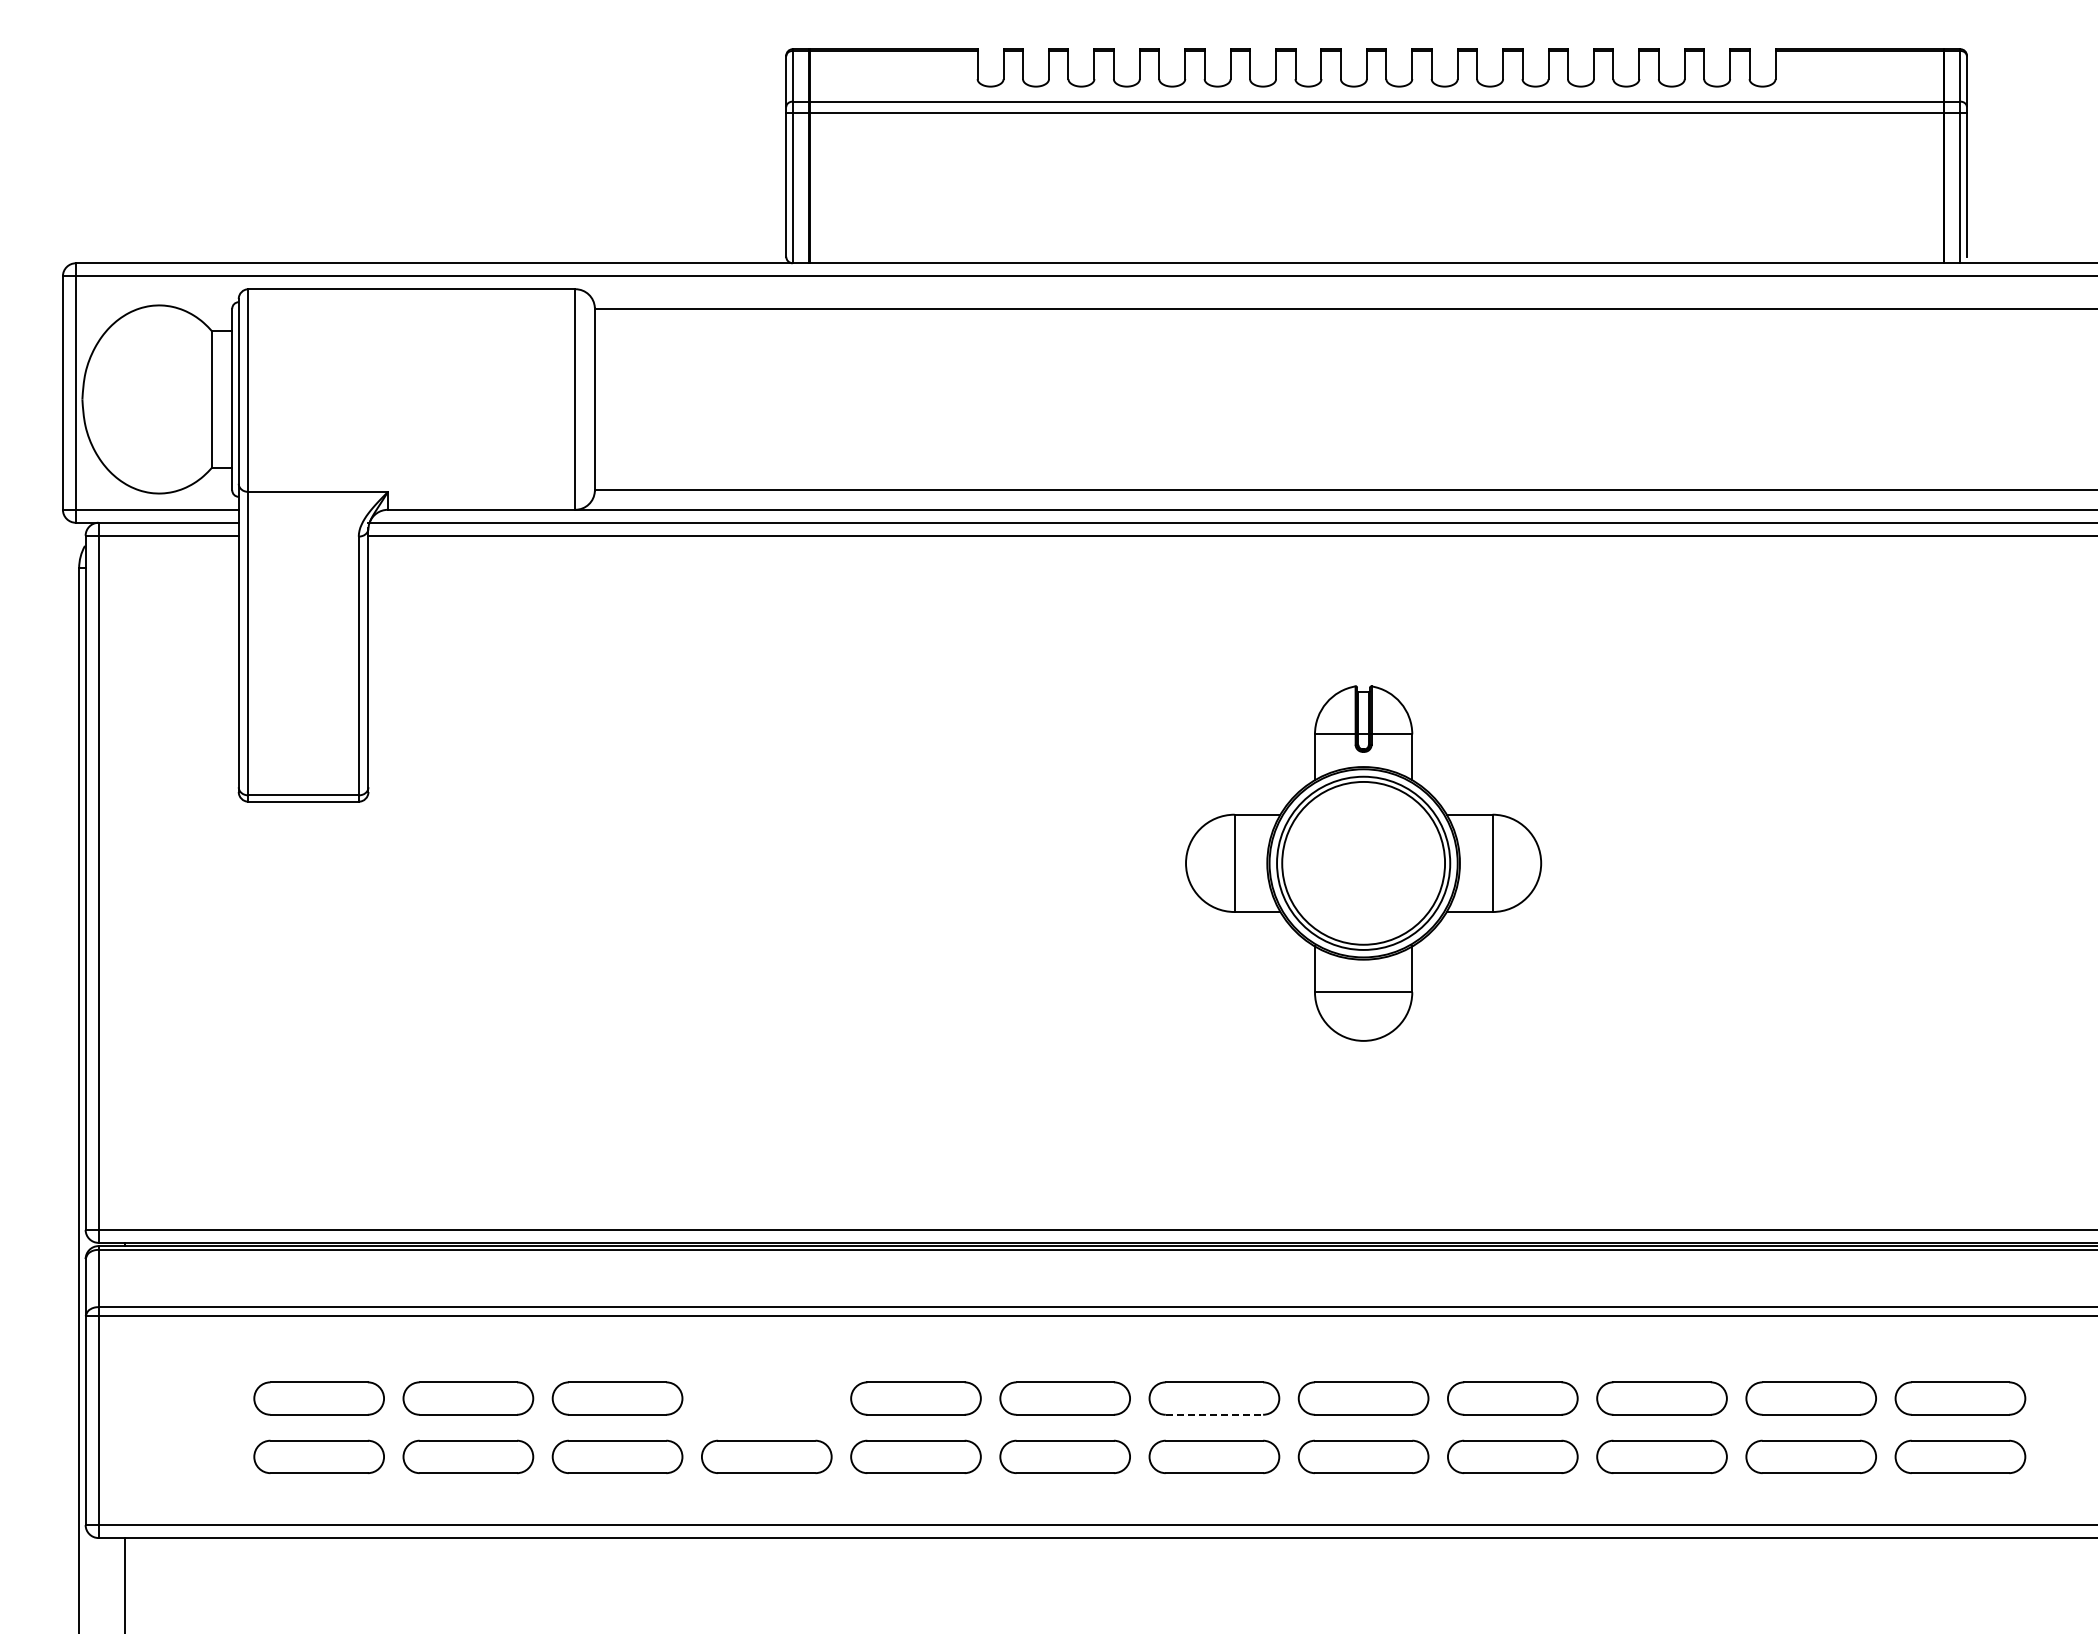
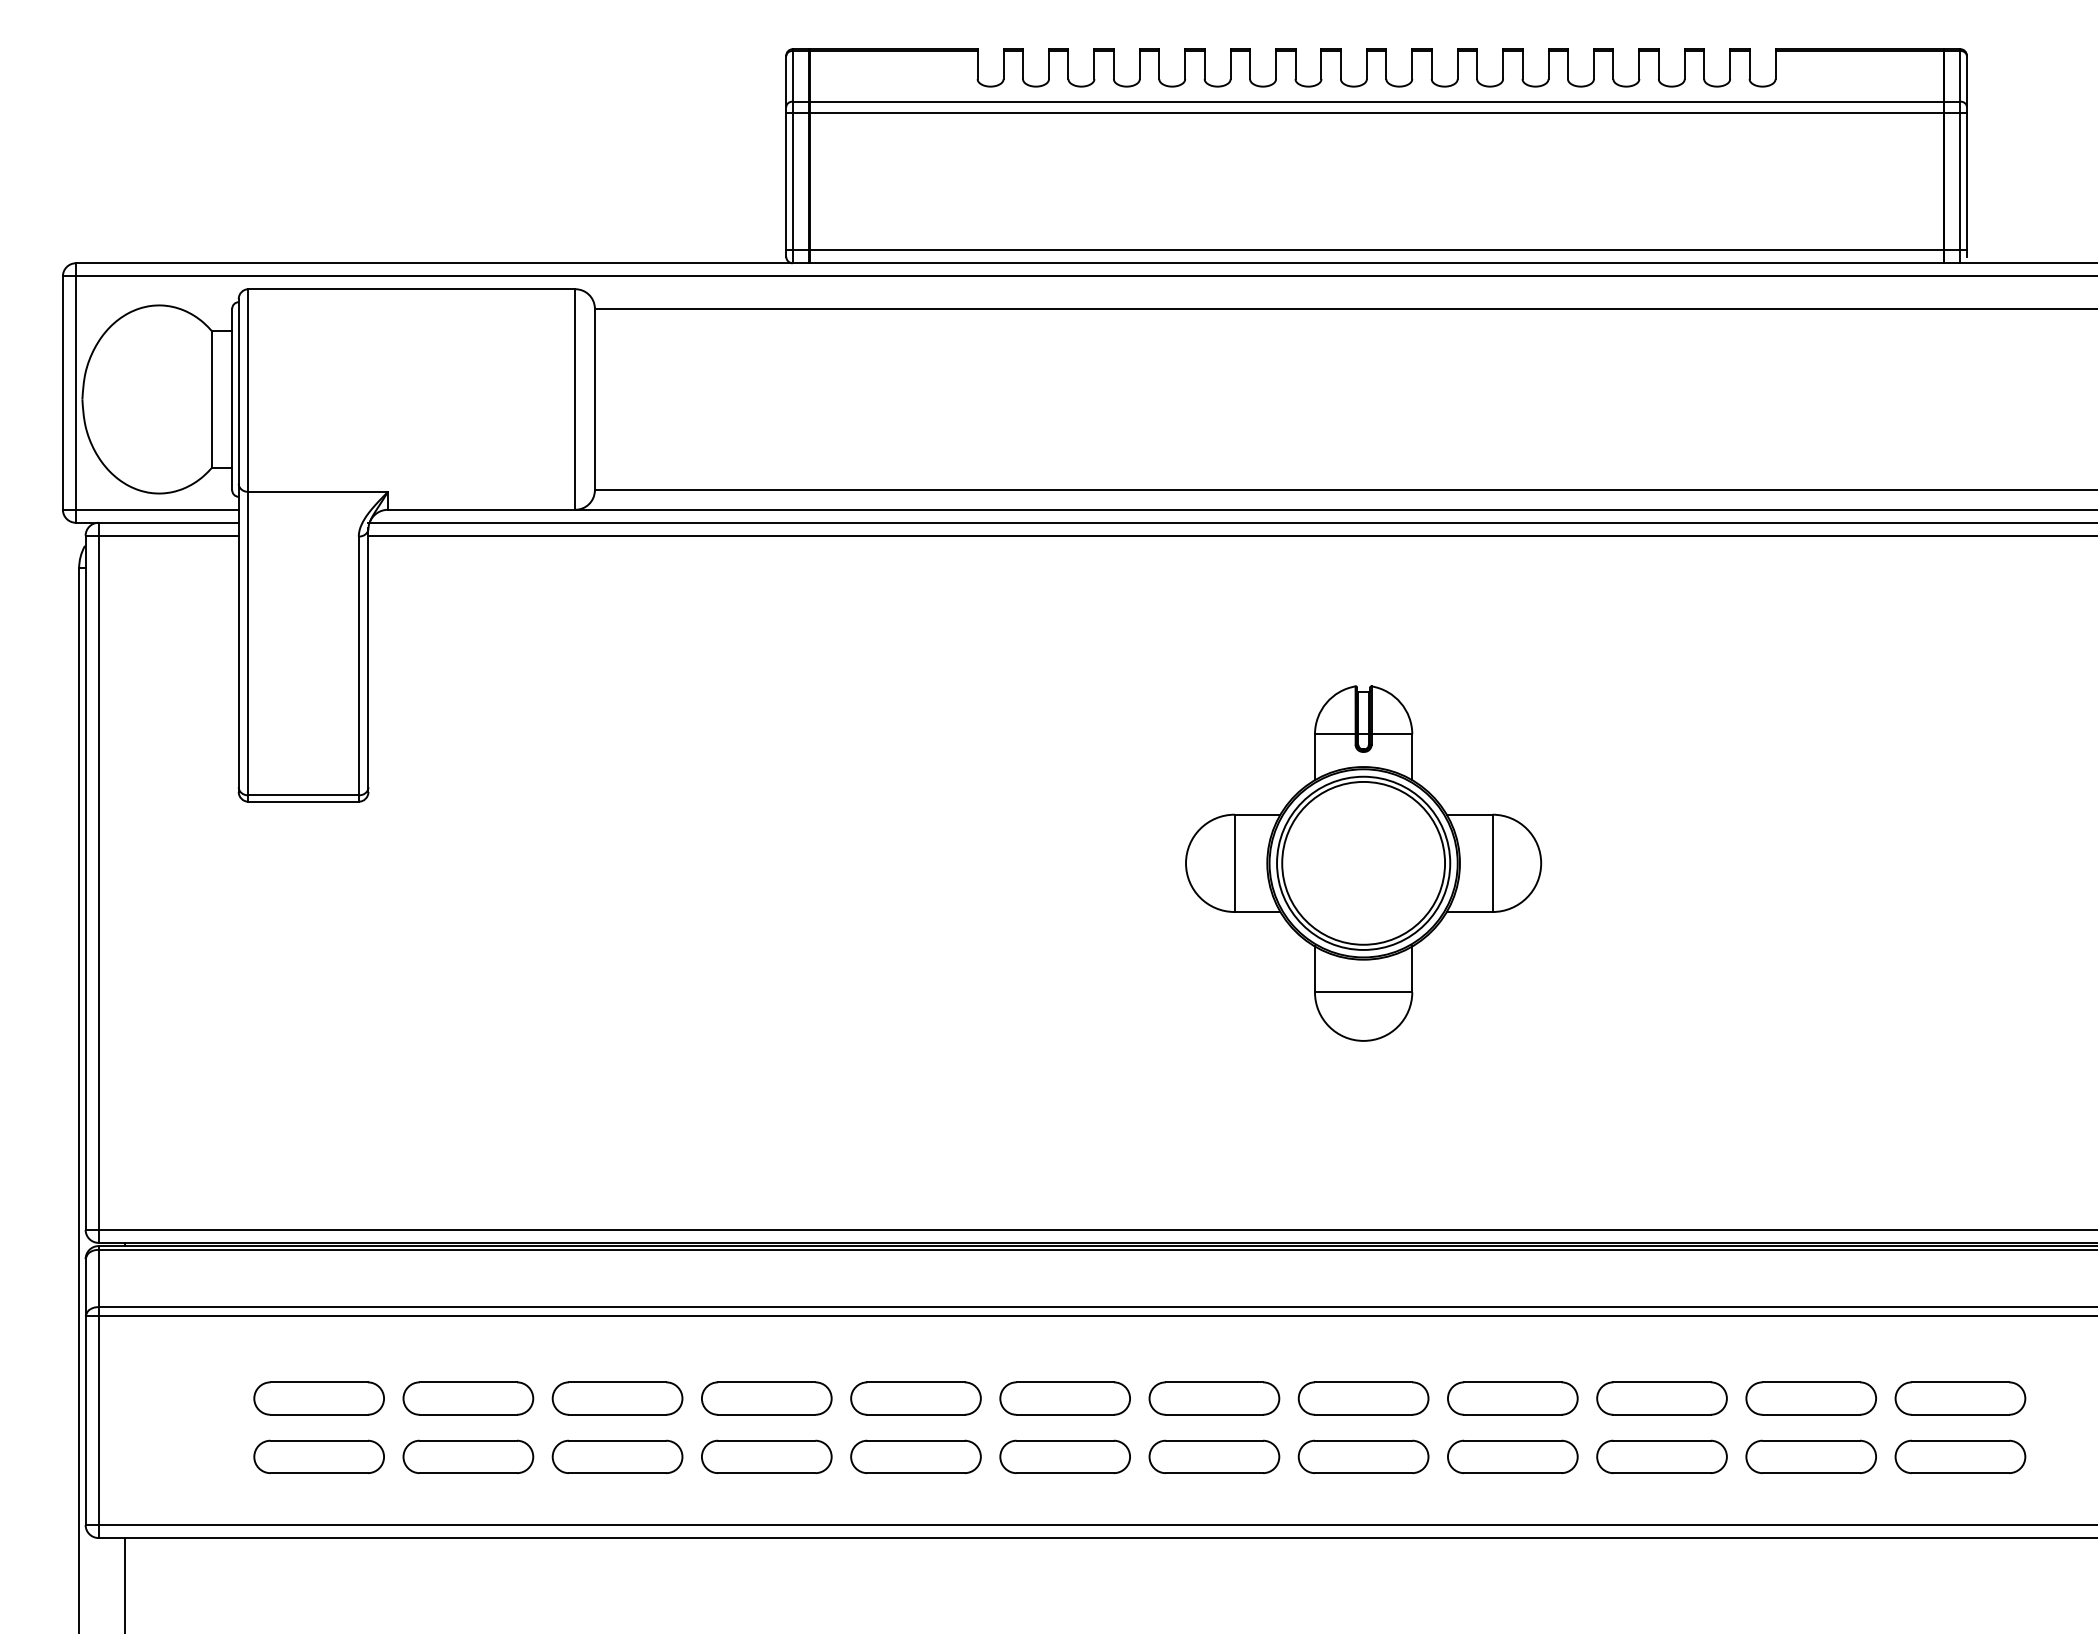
line at (1376, 250): none -> present
part at (766, 1398): none -> present
line at (1214, 1414): dashed -> solid
